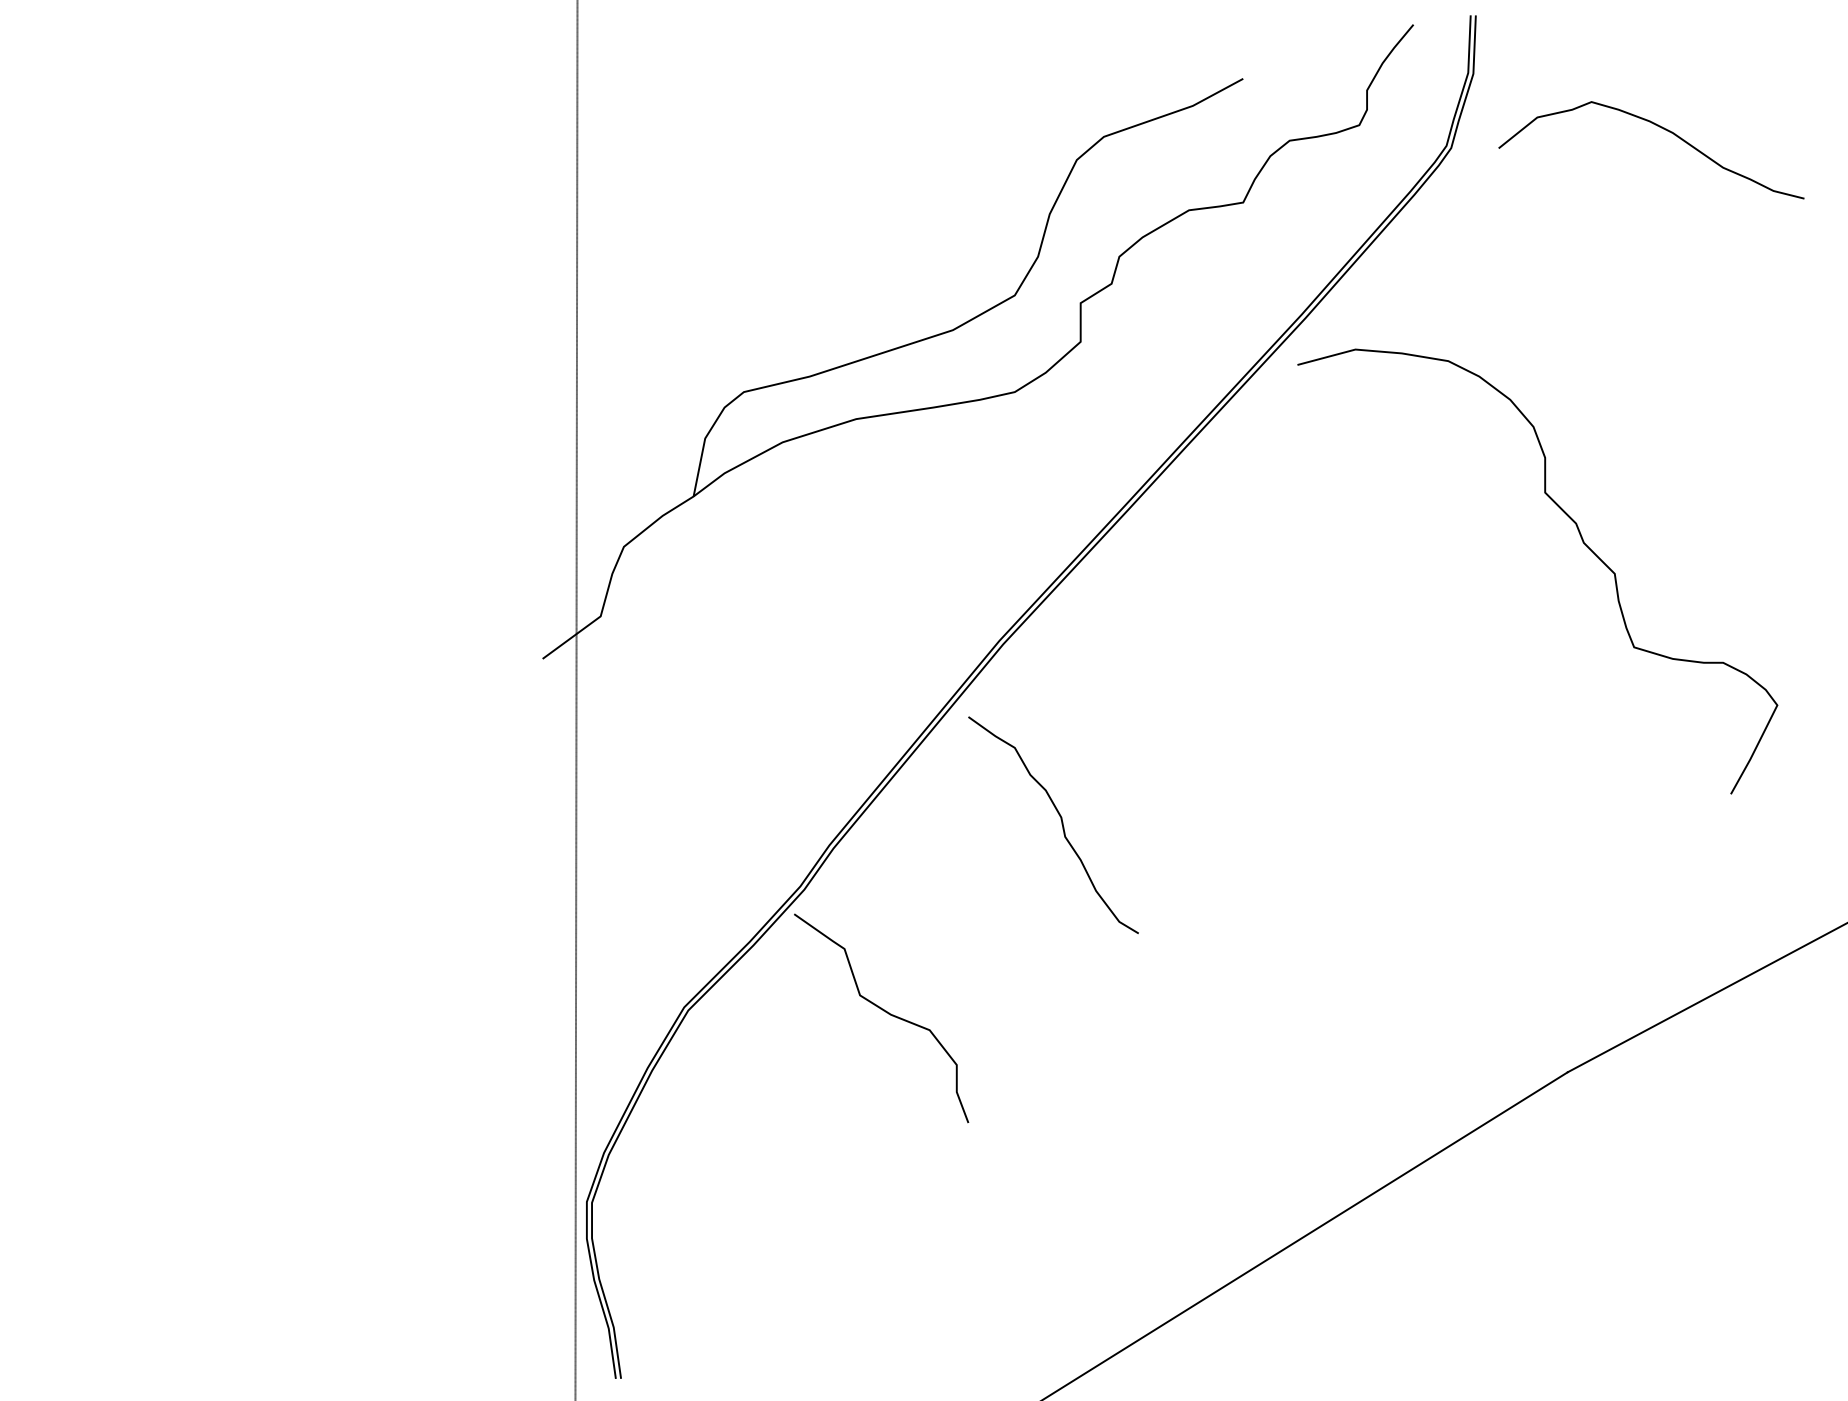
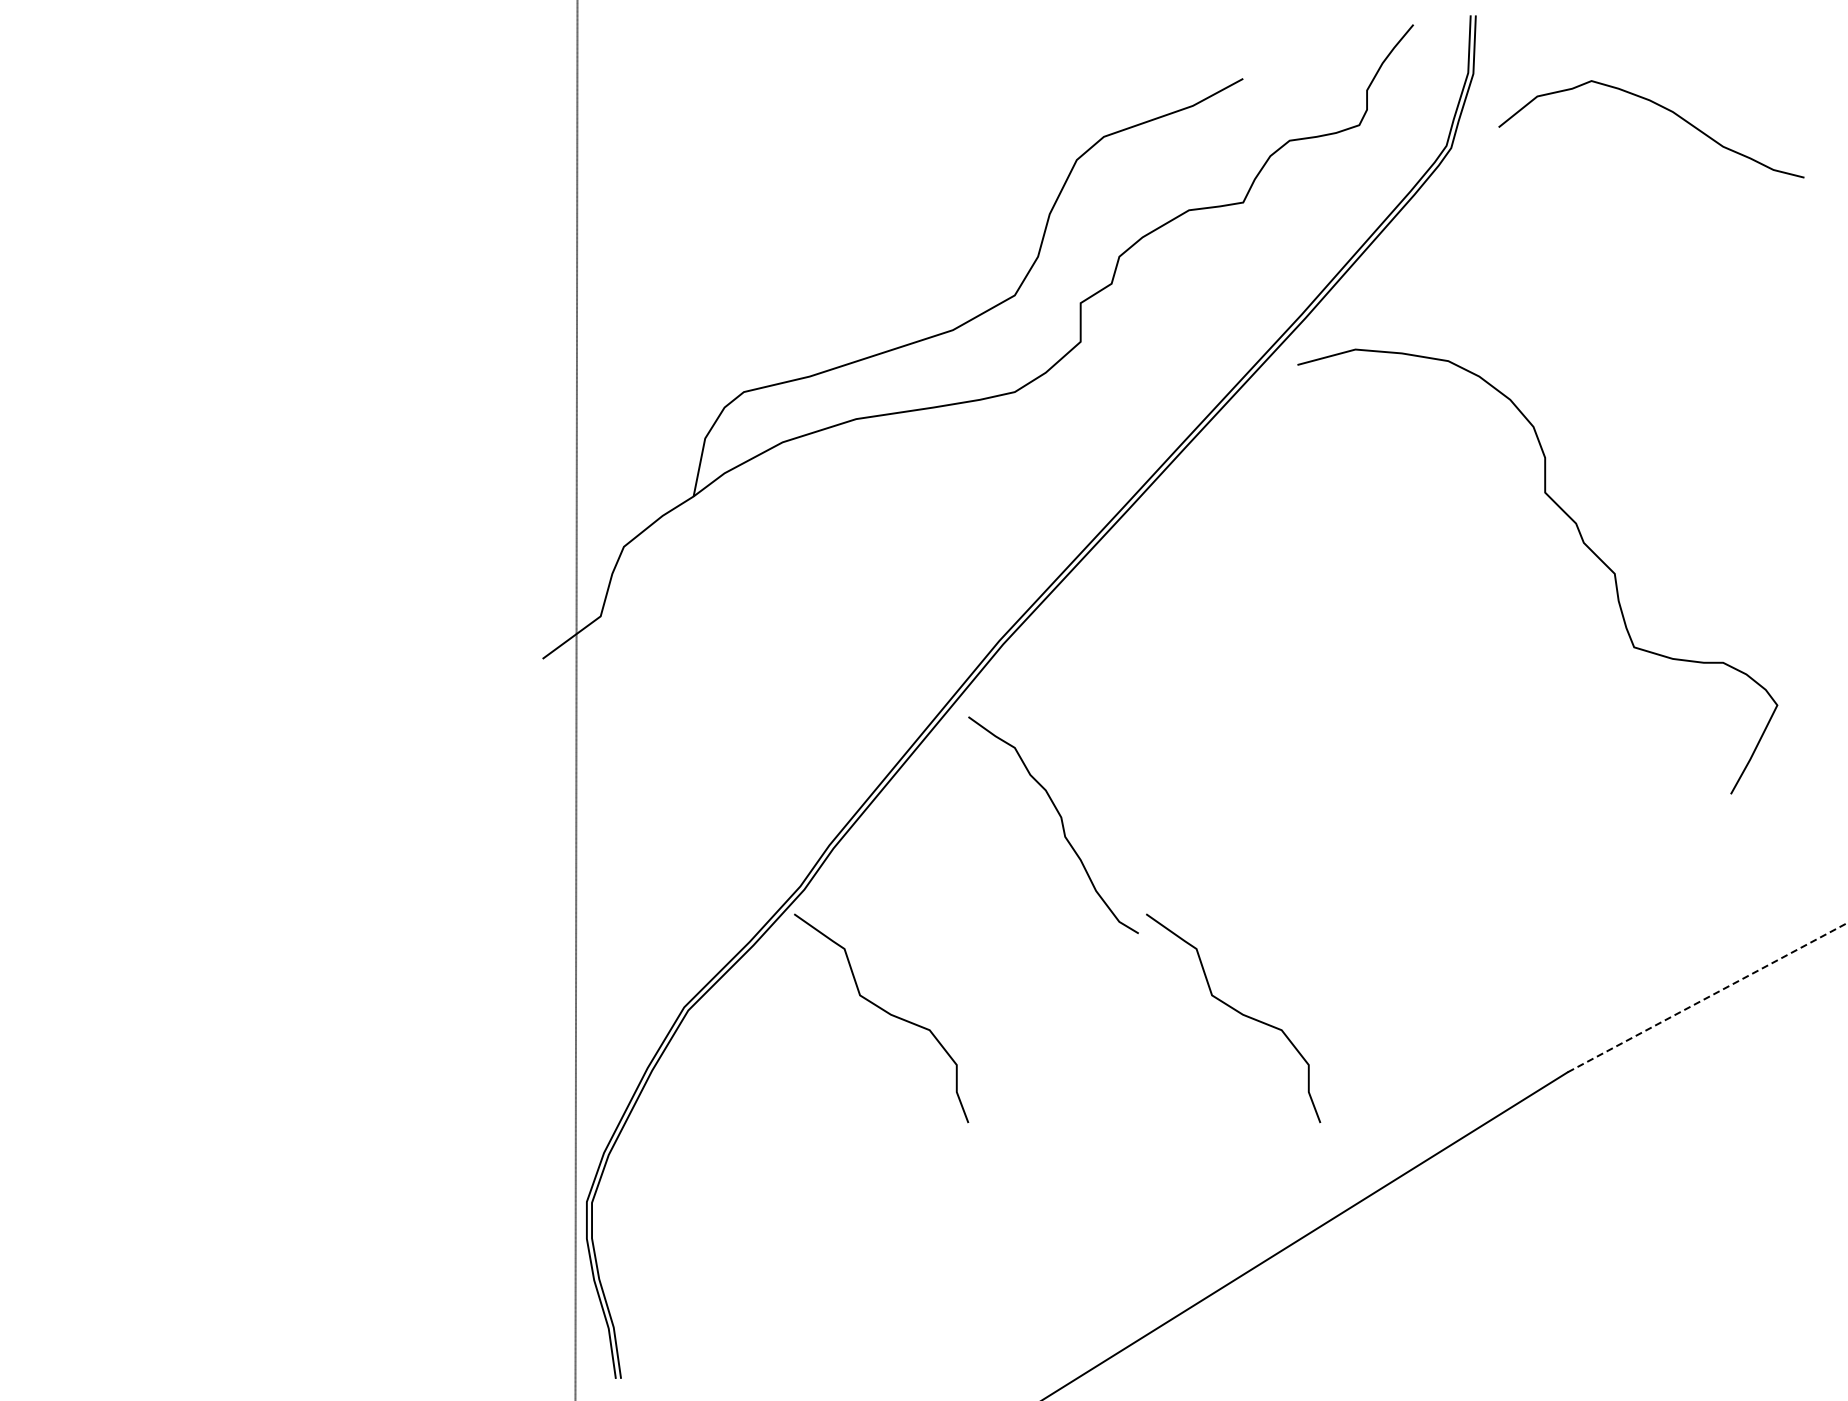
curve at (1661, 128) position: (1661, 128) -> (1661, 107)
line at (1708, 997): solid -> dashed
curve at (1237, 1012): none -> present
